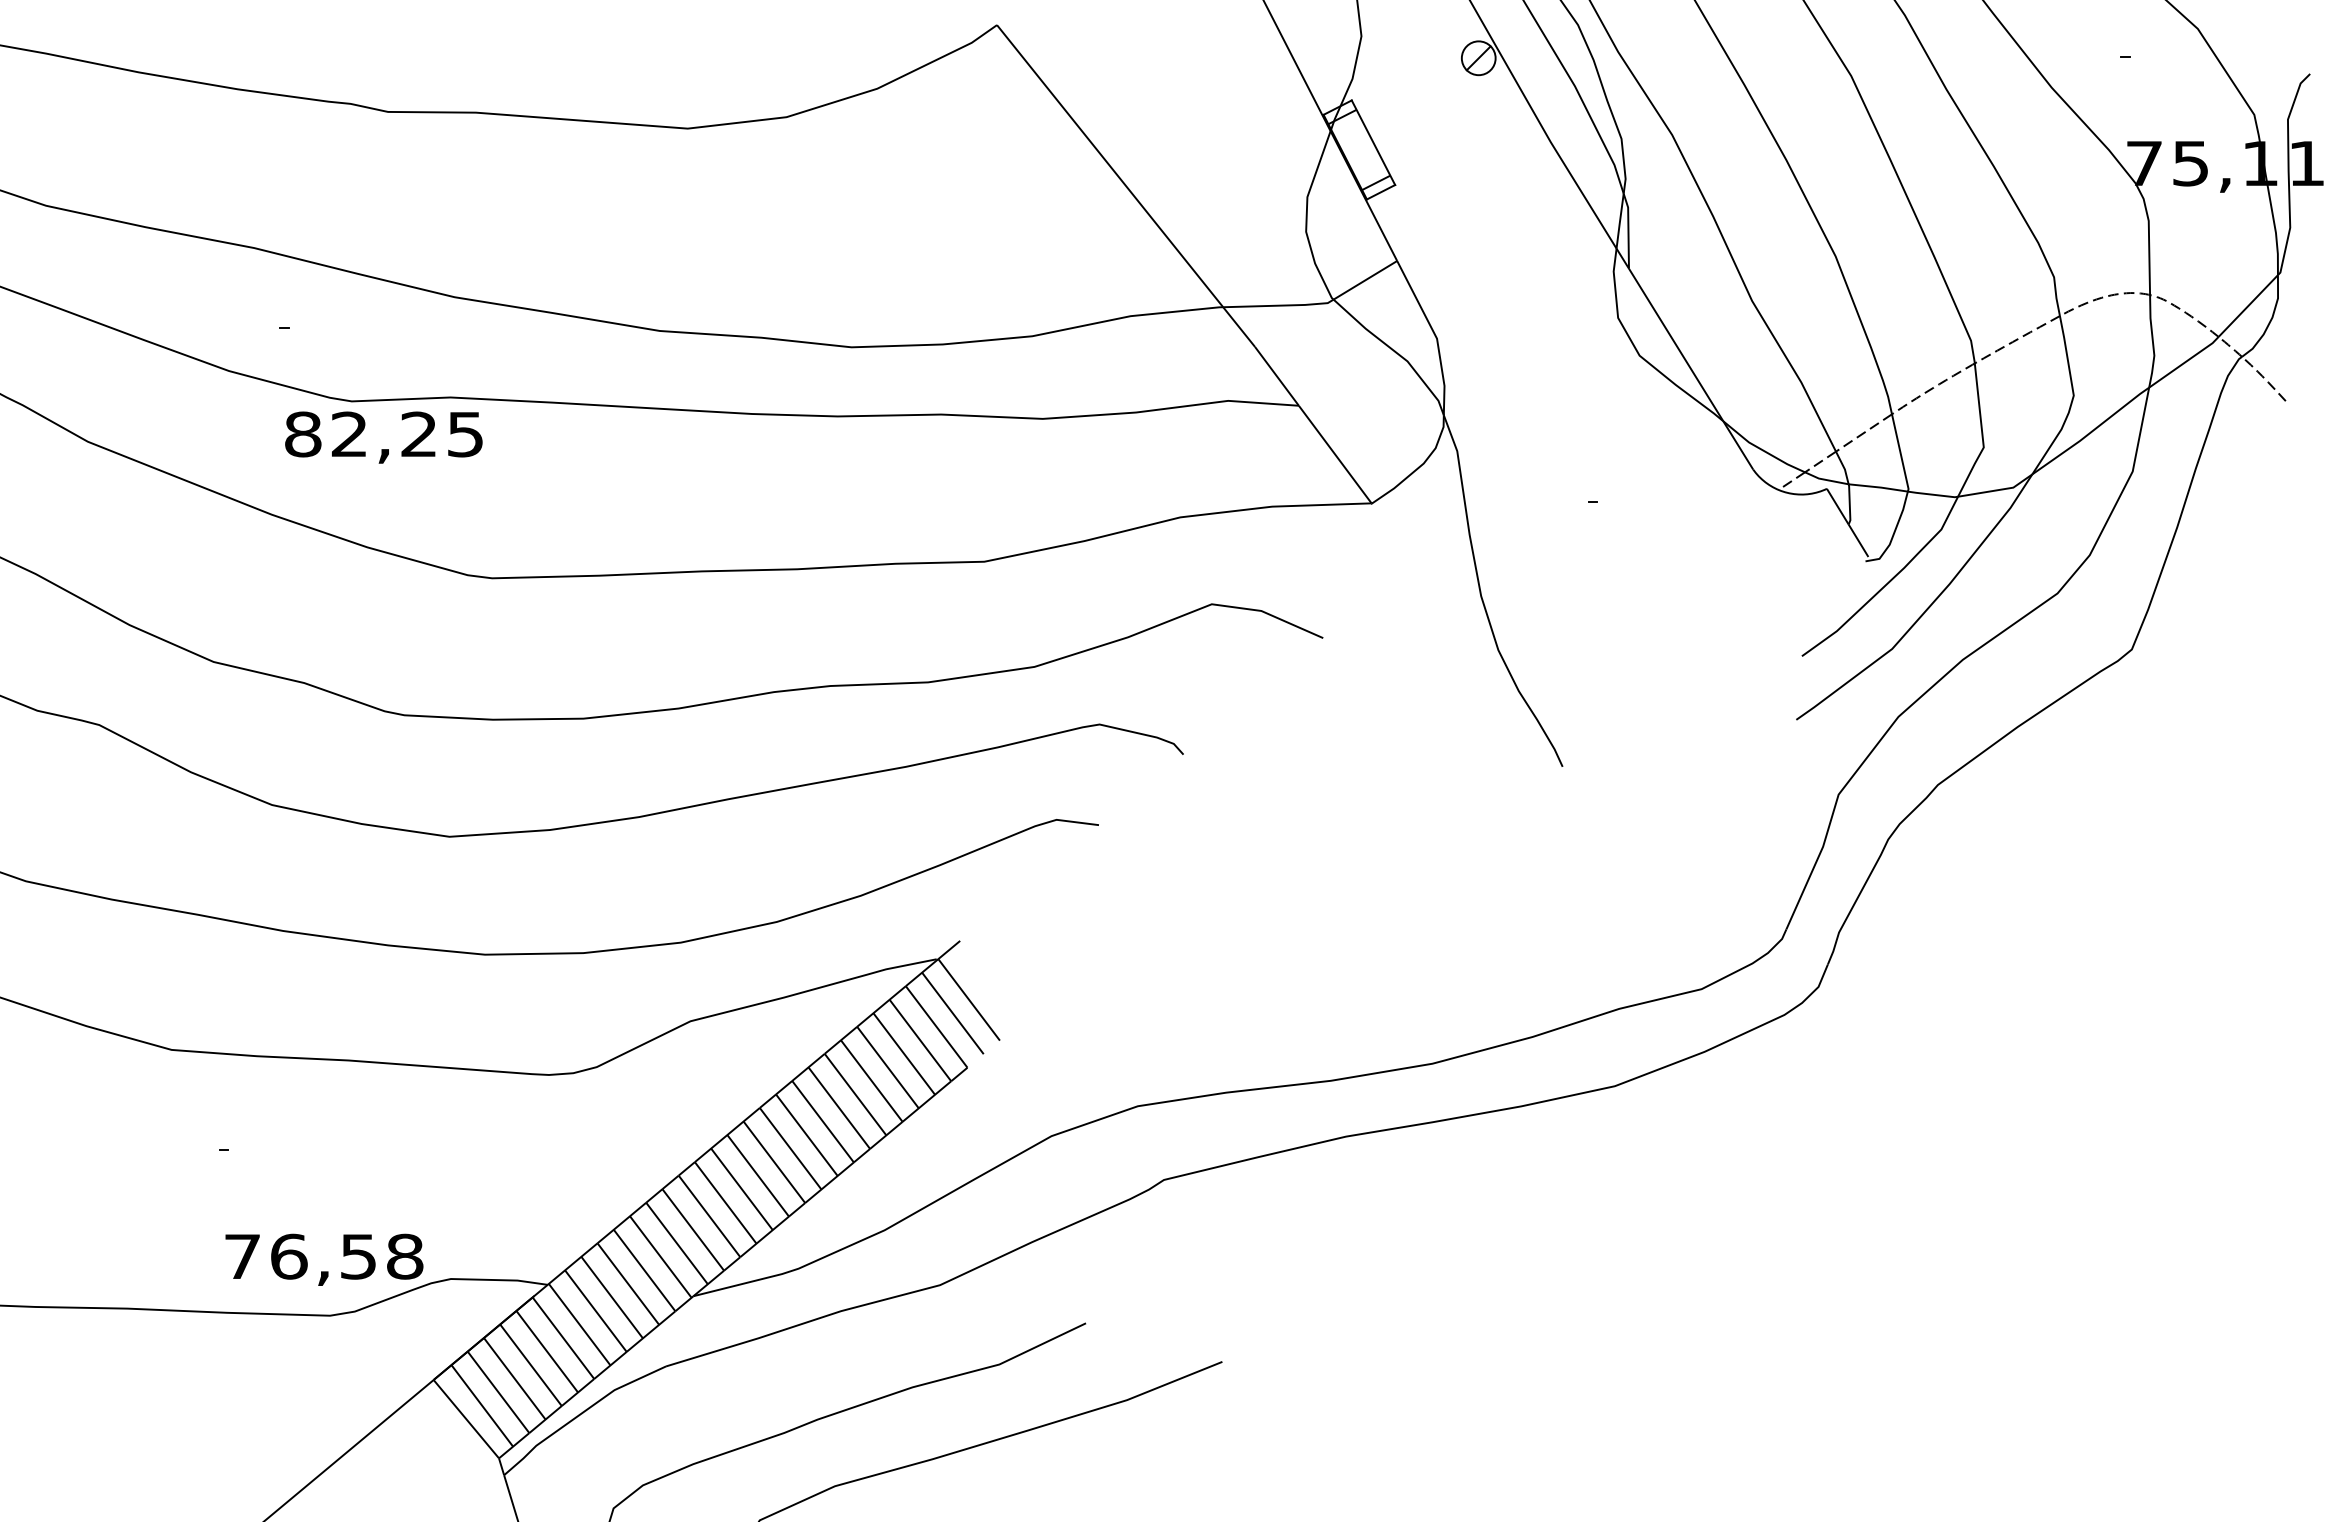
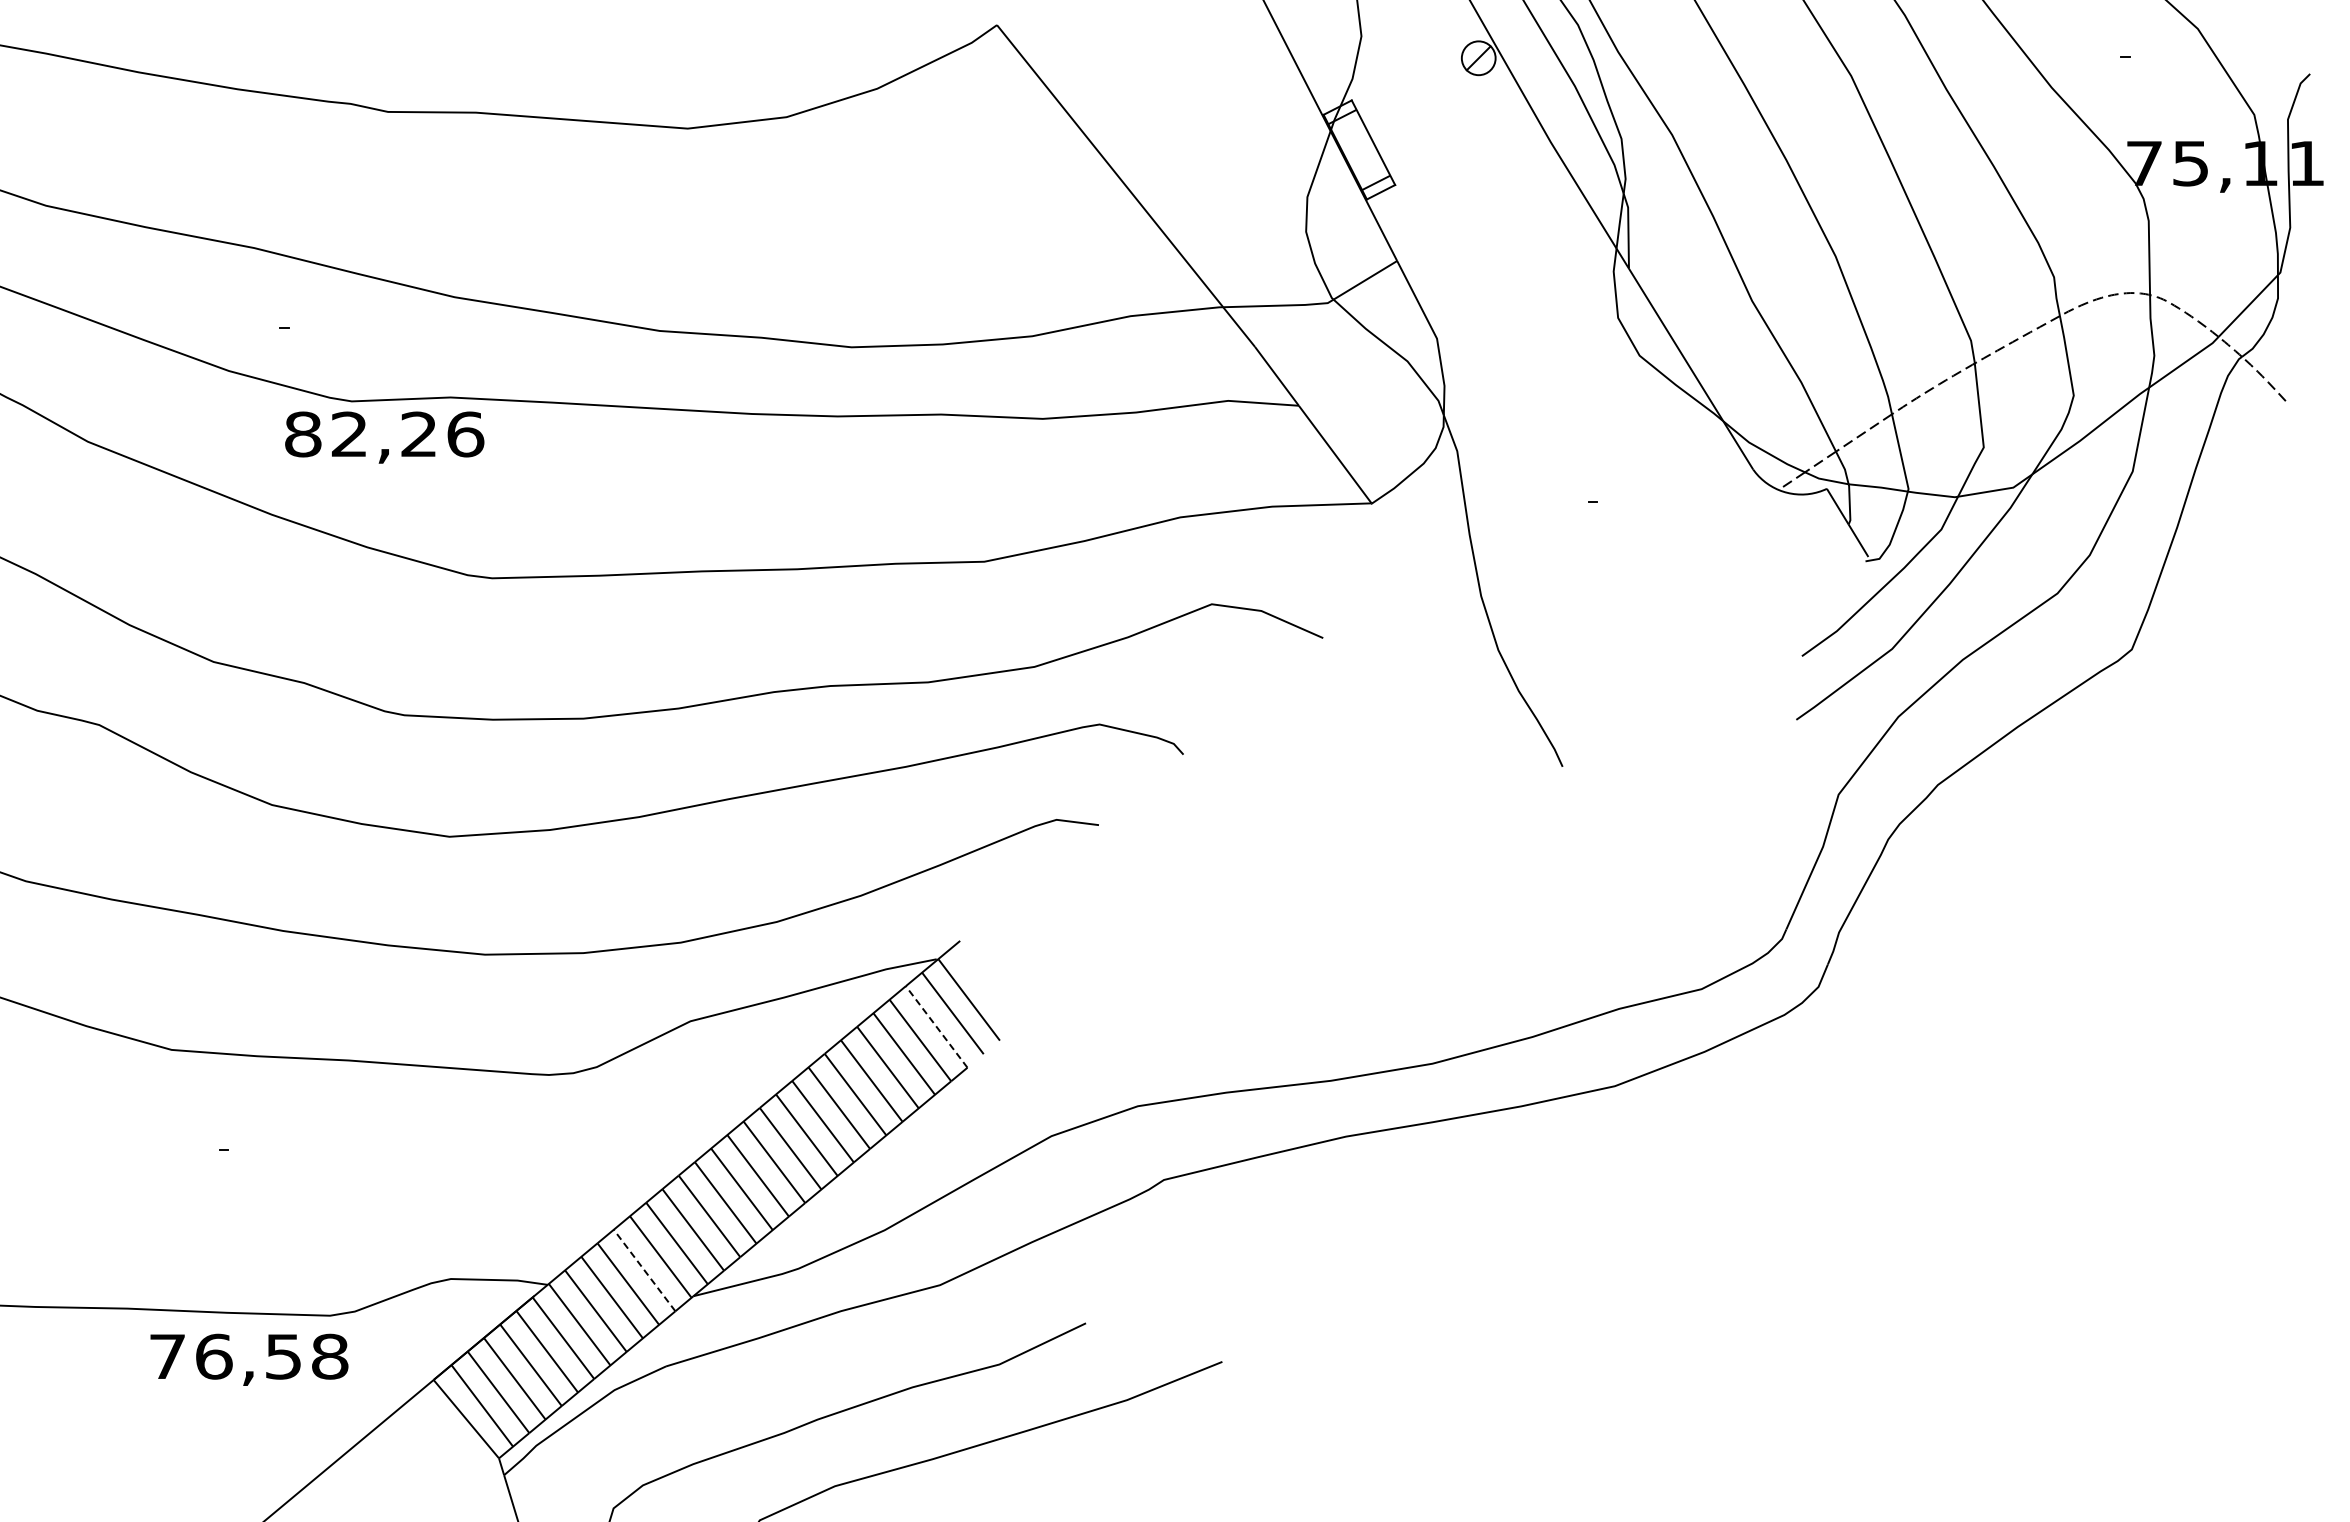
text at (465, 434): 82,25 -> 82,26
line at (936, 1026): solid -> dashed
text at (324, 1259) position: (324, 1259) -> (249, 1359)
line at (644, 1270): solid -> dashed
